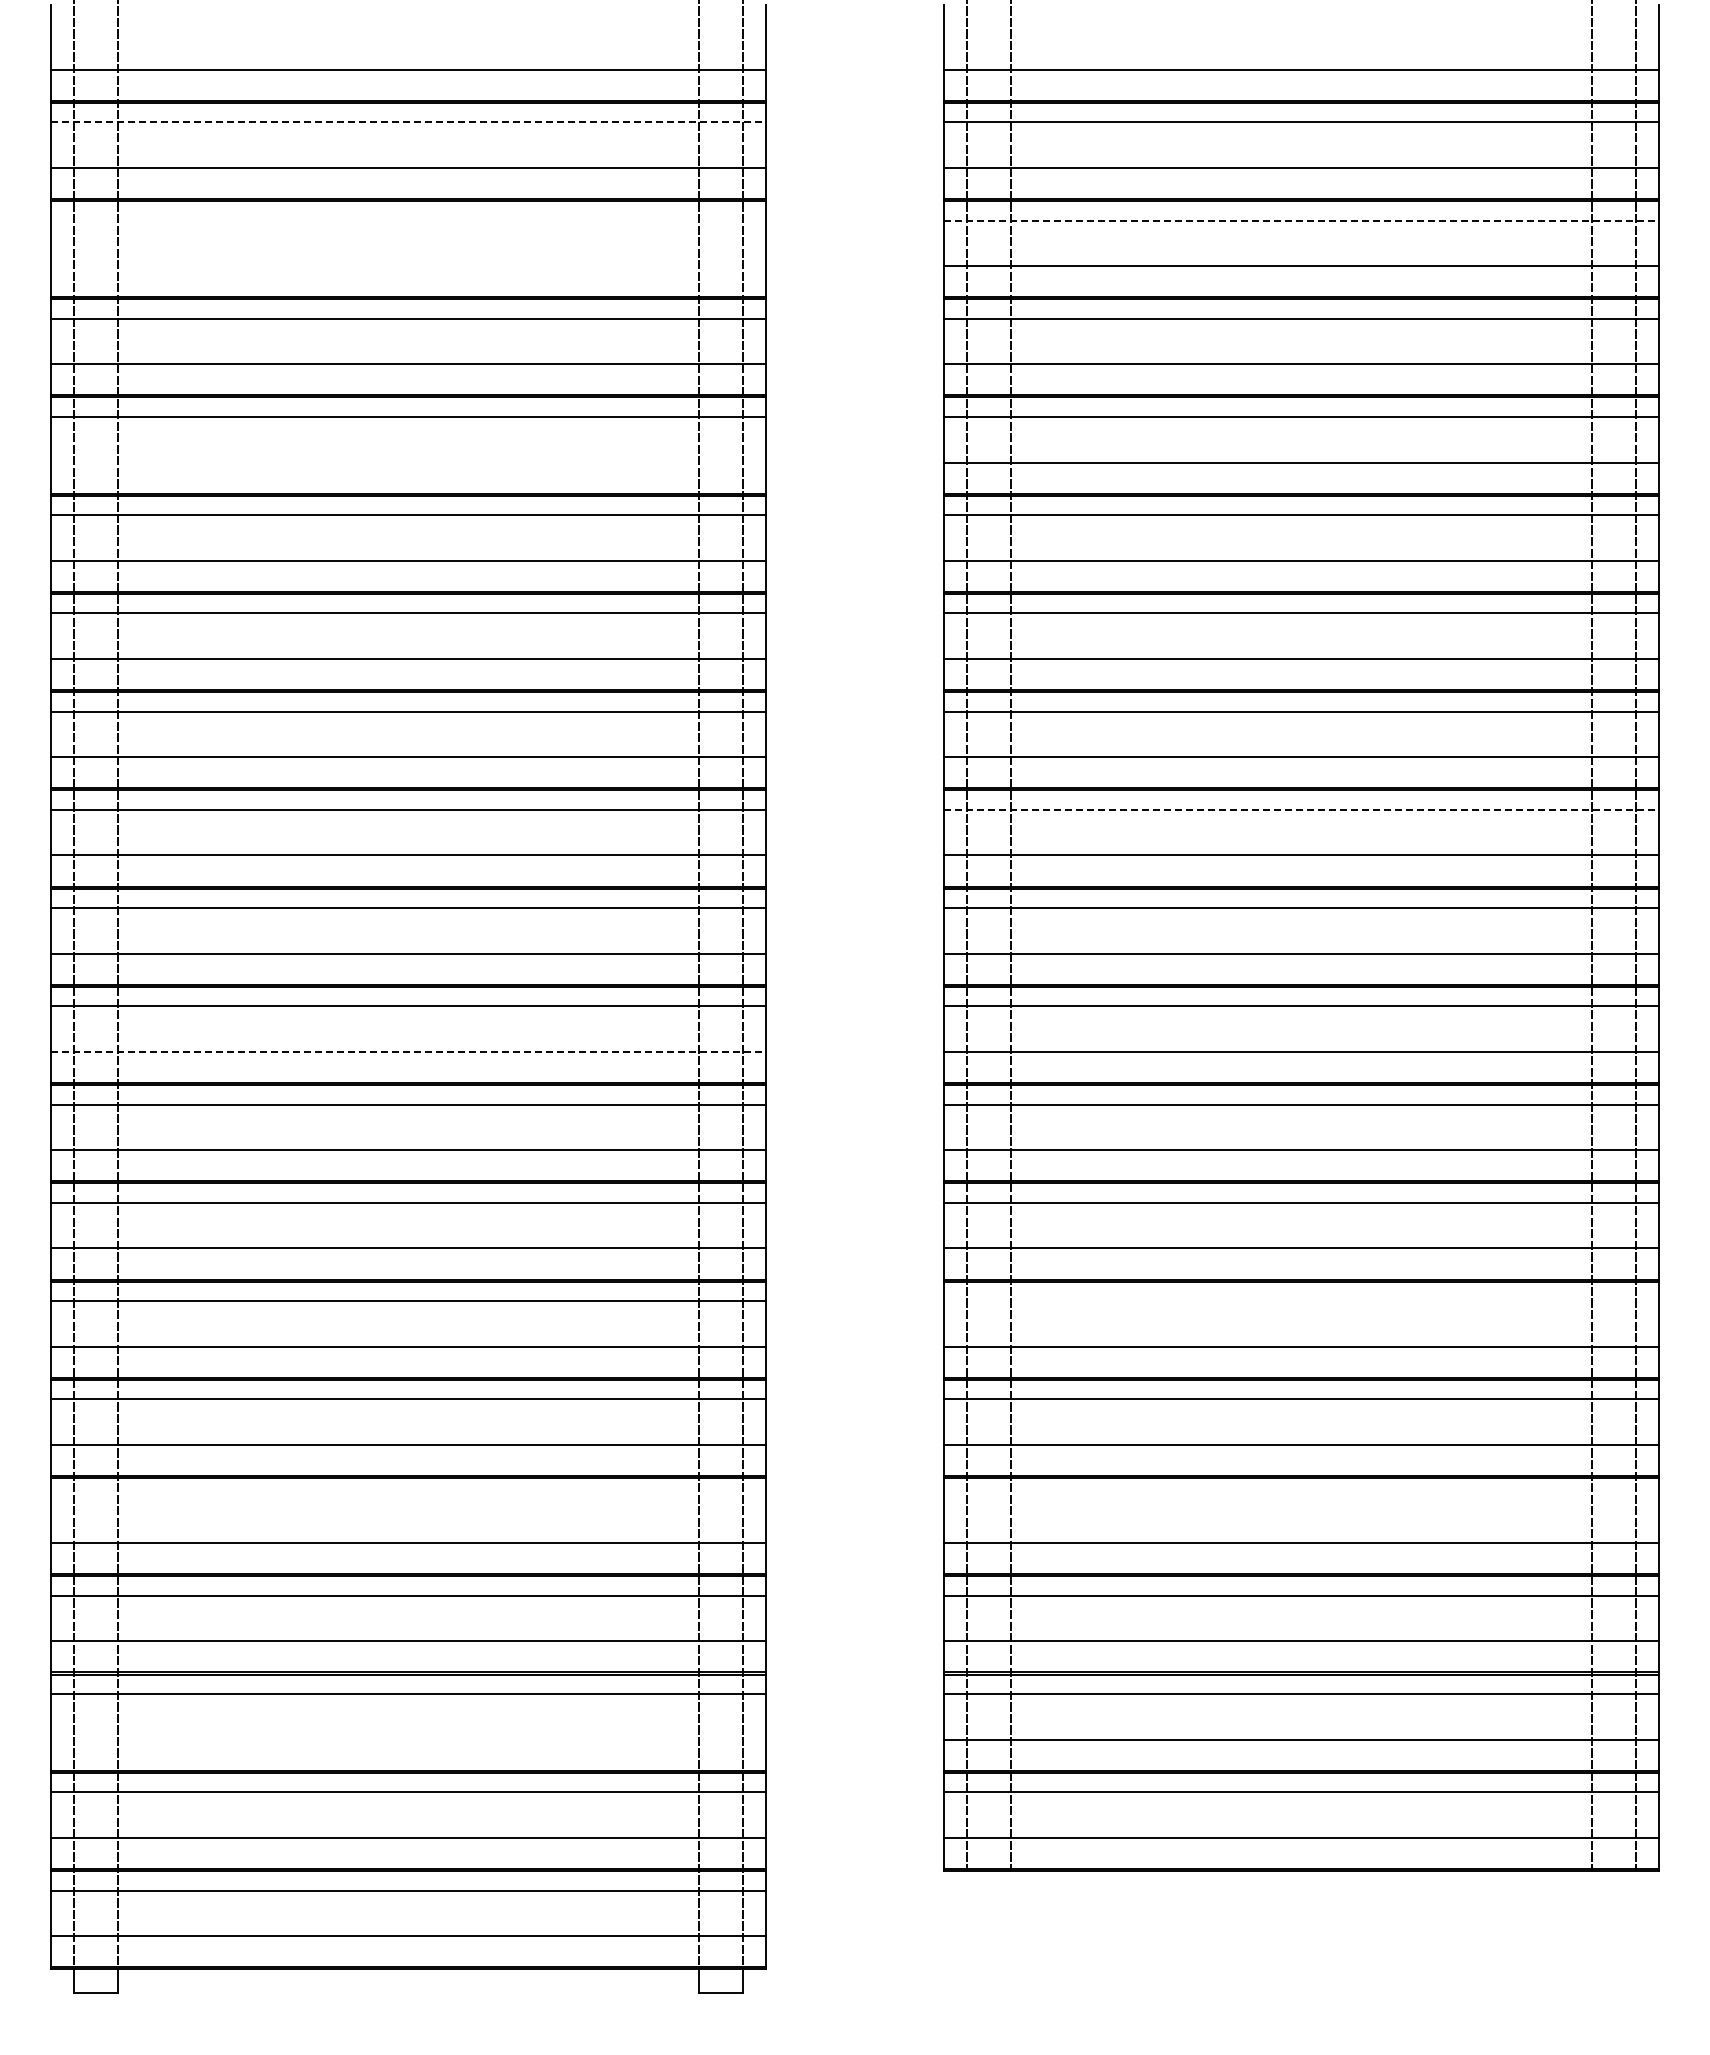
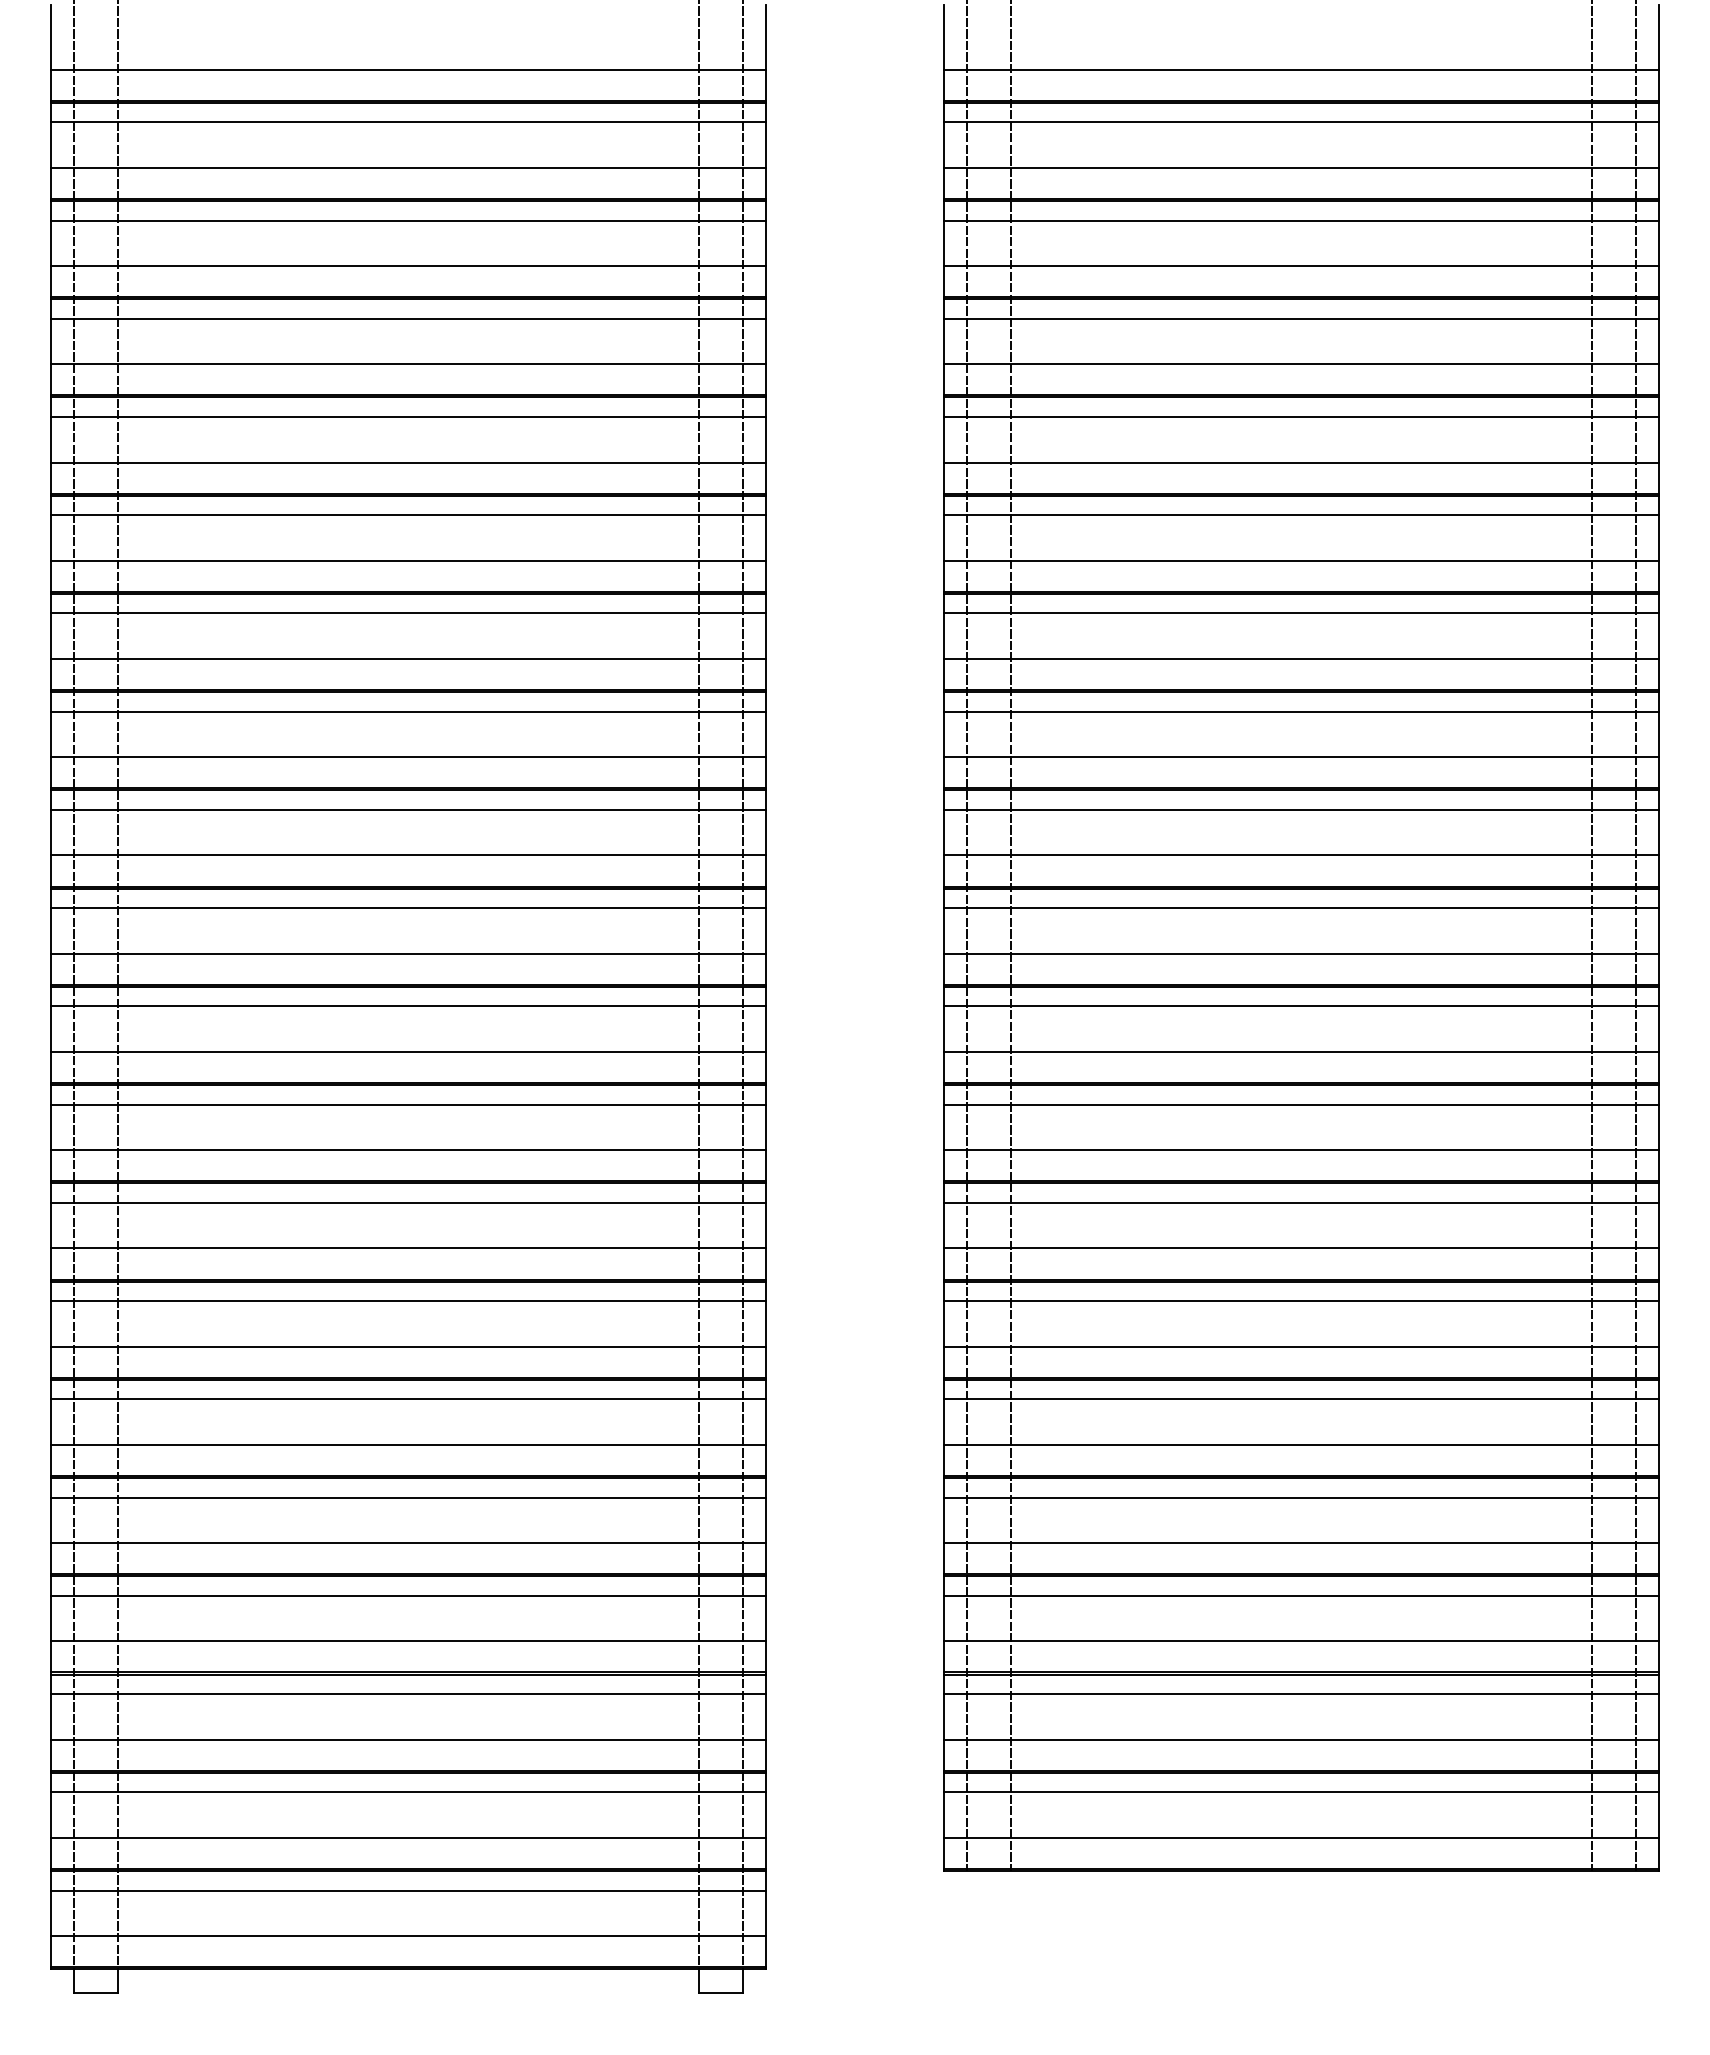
line at (408, 122): dashed -> solid
line at (408, 220): none -> present
line at (1302, 220): dashed -> solid
line at (408, 266): none -> present
line at (408, 462): none -> present
line at (1302, 809): dashed -> solid
line at (408, 1051): dashed -> solid
line at (1301, 1301): none -> present
line at (408, 1497): none -> present
line at (1301, 1497): none -> present
line at (408, 1739): none -> present
